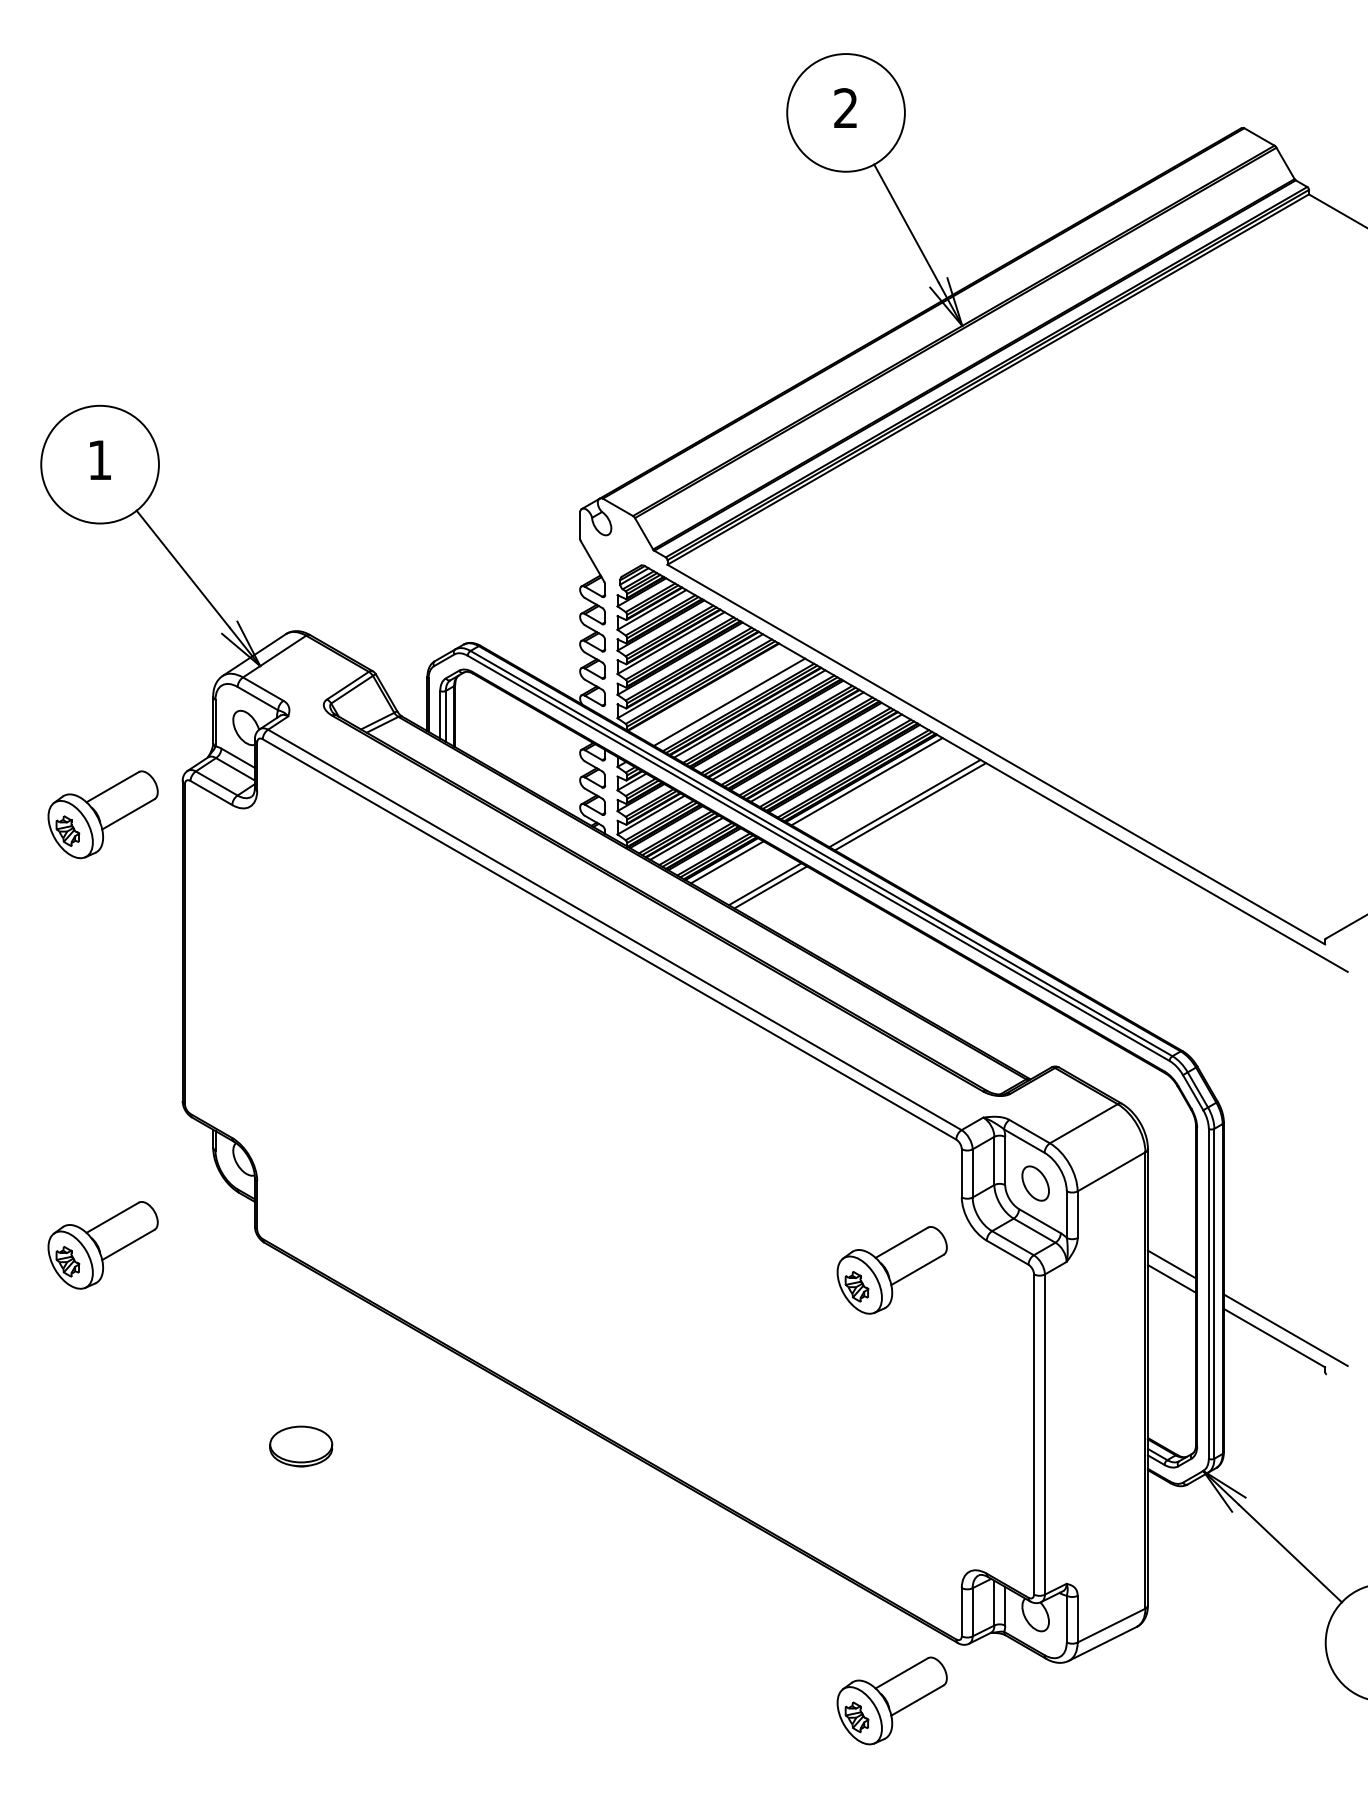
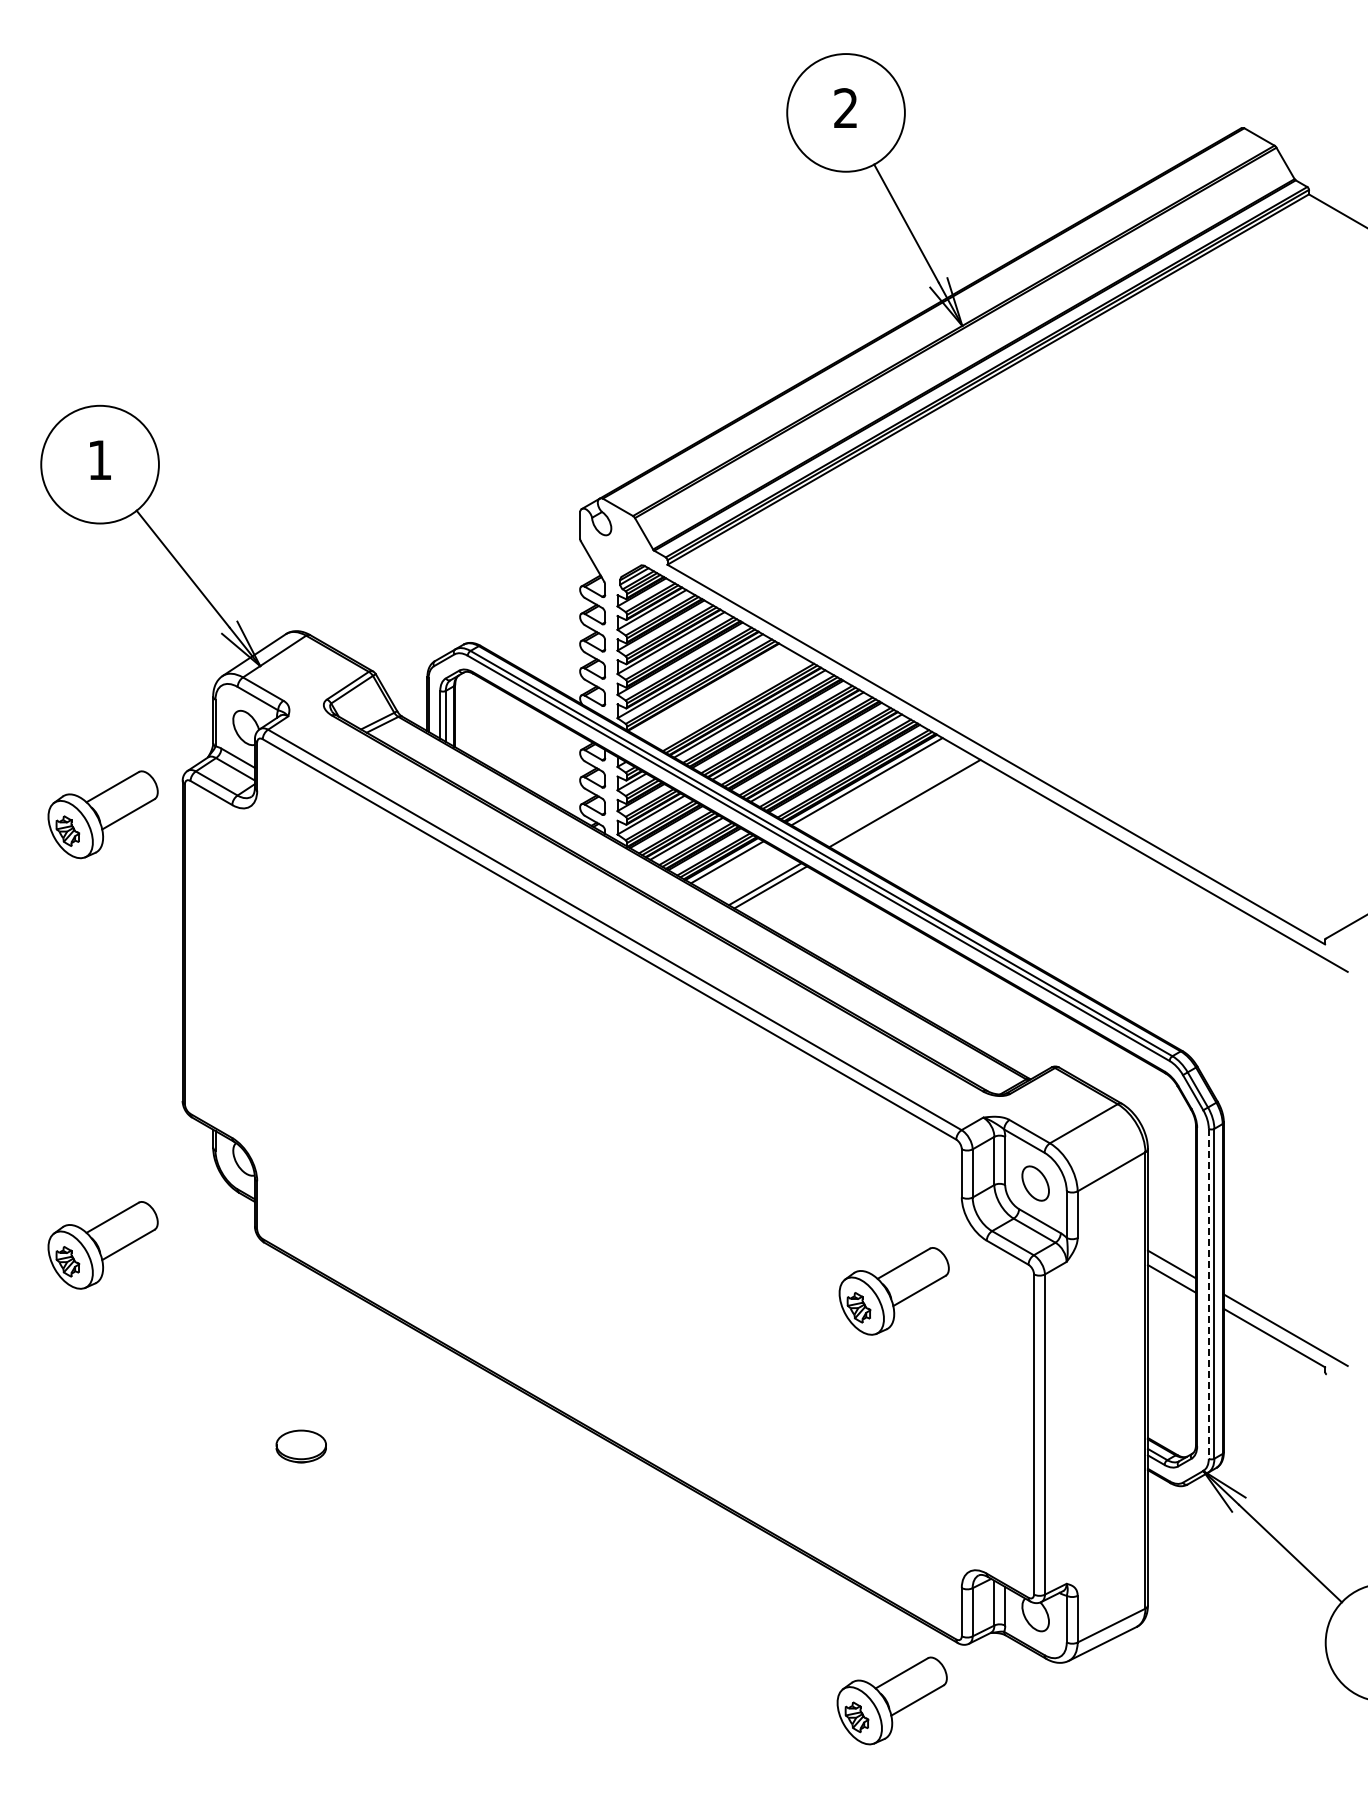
line at (729, 701): present -> none
line at (910, 806): present -> none
part at (891, 1270) position: (891, 1270) -> (893, 1291)
line at (1208, 1293): solid -> dashed
part at (301, 1446) size: 65x43 px -> 52x35 px
